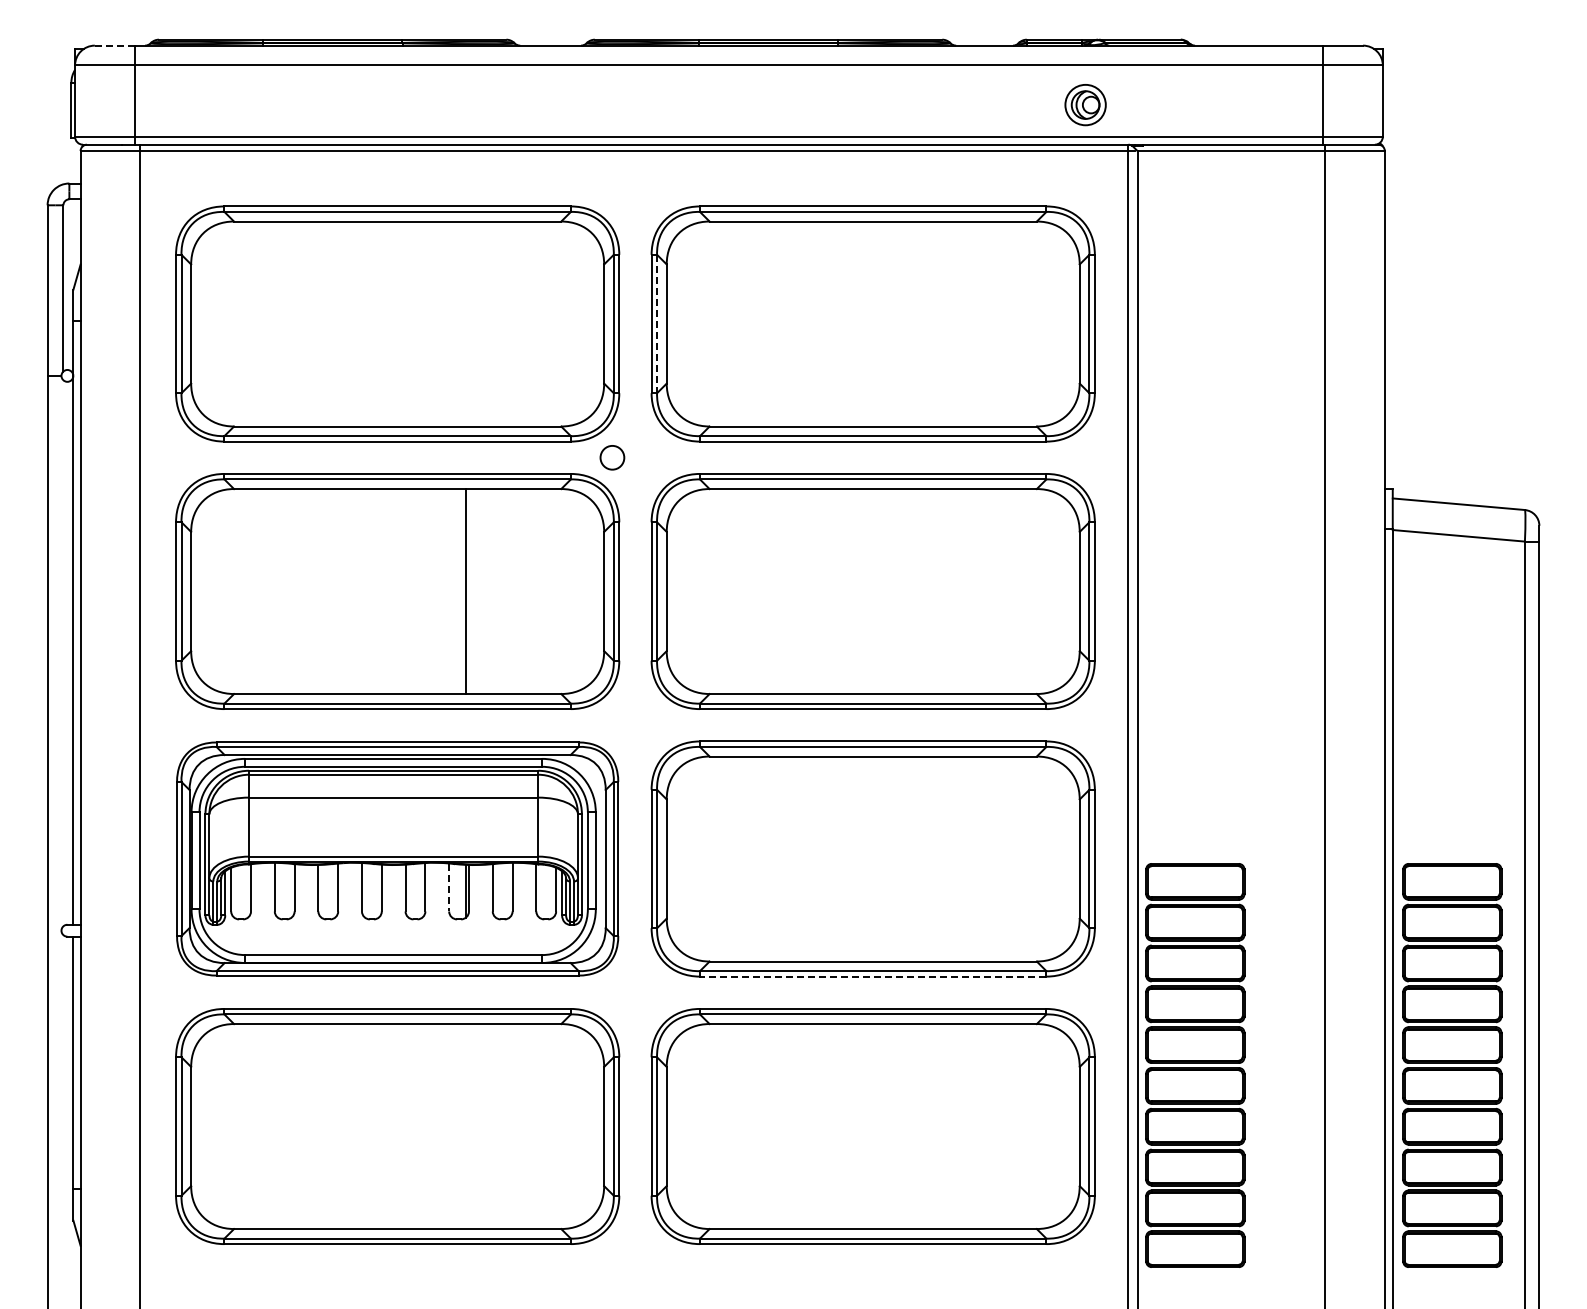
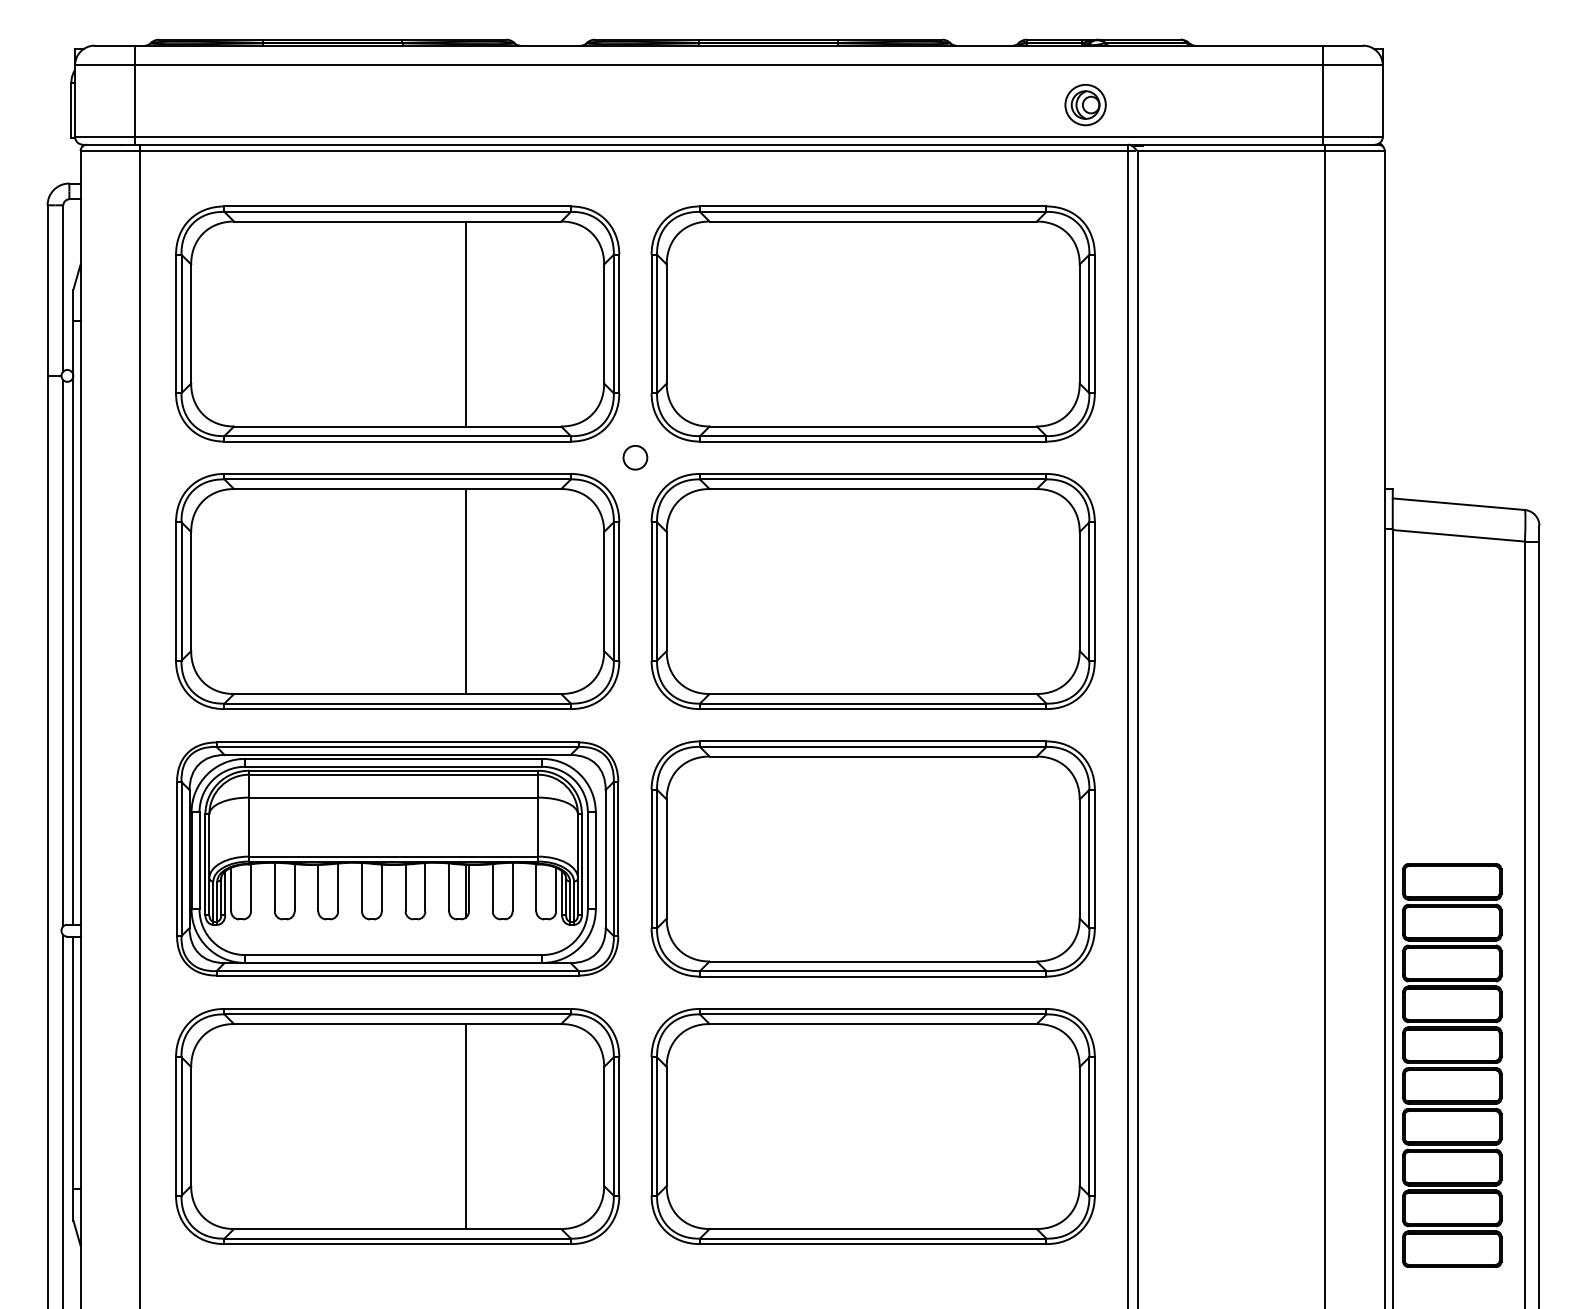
line at (114, 45): dashed -> solid
line at (466, 323): none -> present
line at (657, 324): dashed -> solid
circle at (612, 457) position: (612, 457) -> (635, 457)
line at (63, 653): none -> present
line at (449, 887): dashed -> solid
line at (872, 976): dashed -> solid
part at (1195, 1065): present -> none
line at (63, 1120): none -> present
line at (466, 1126): none -> present
